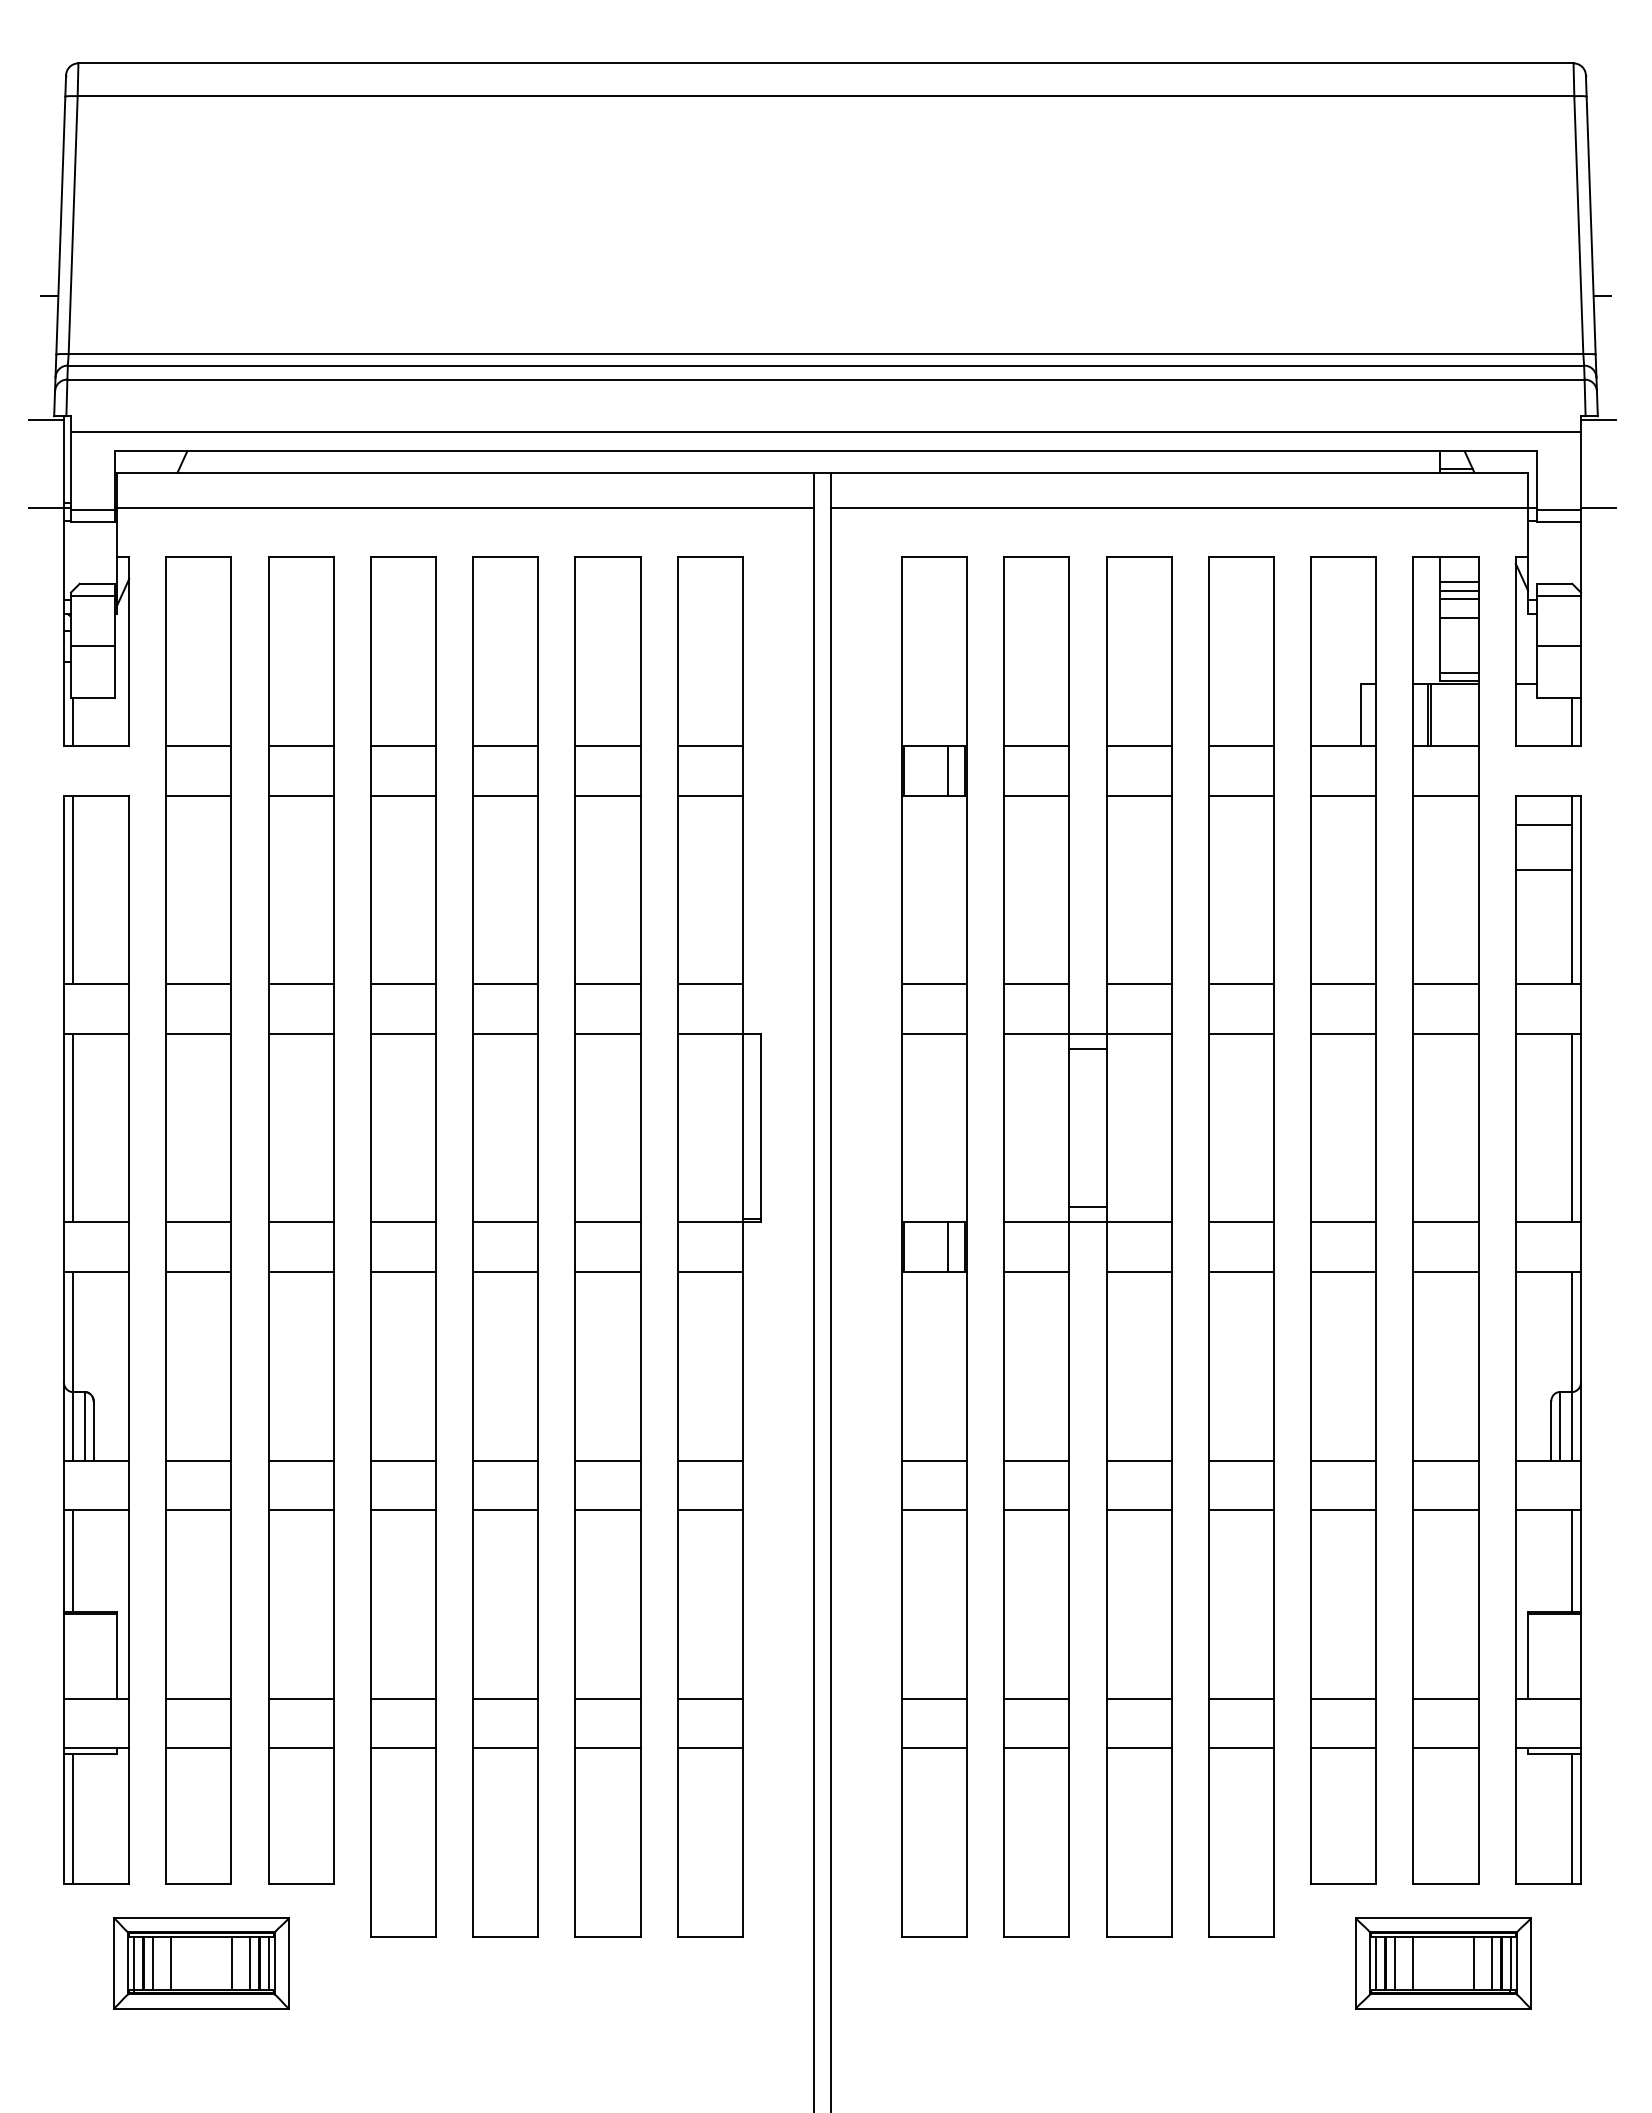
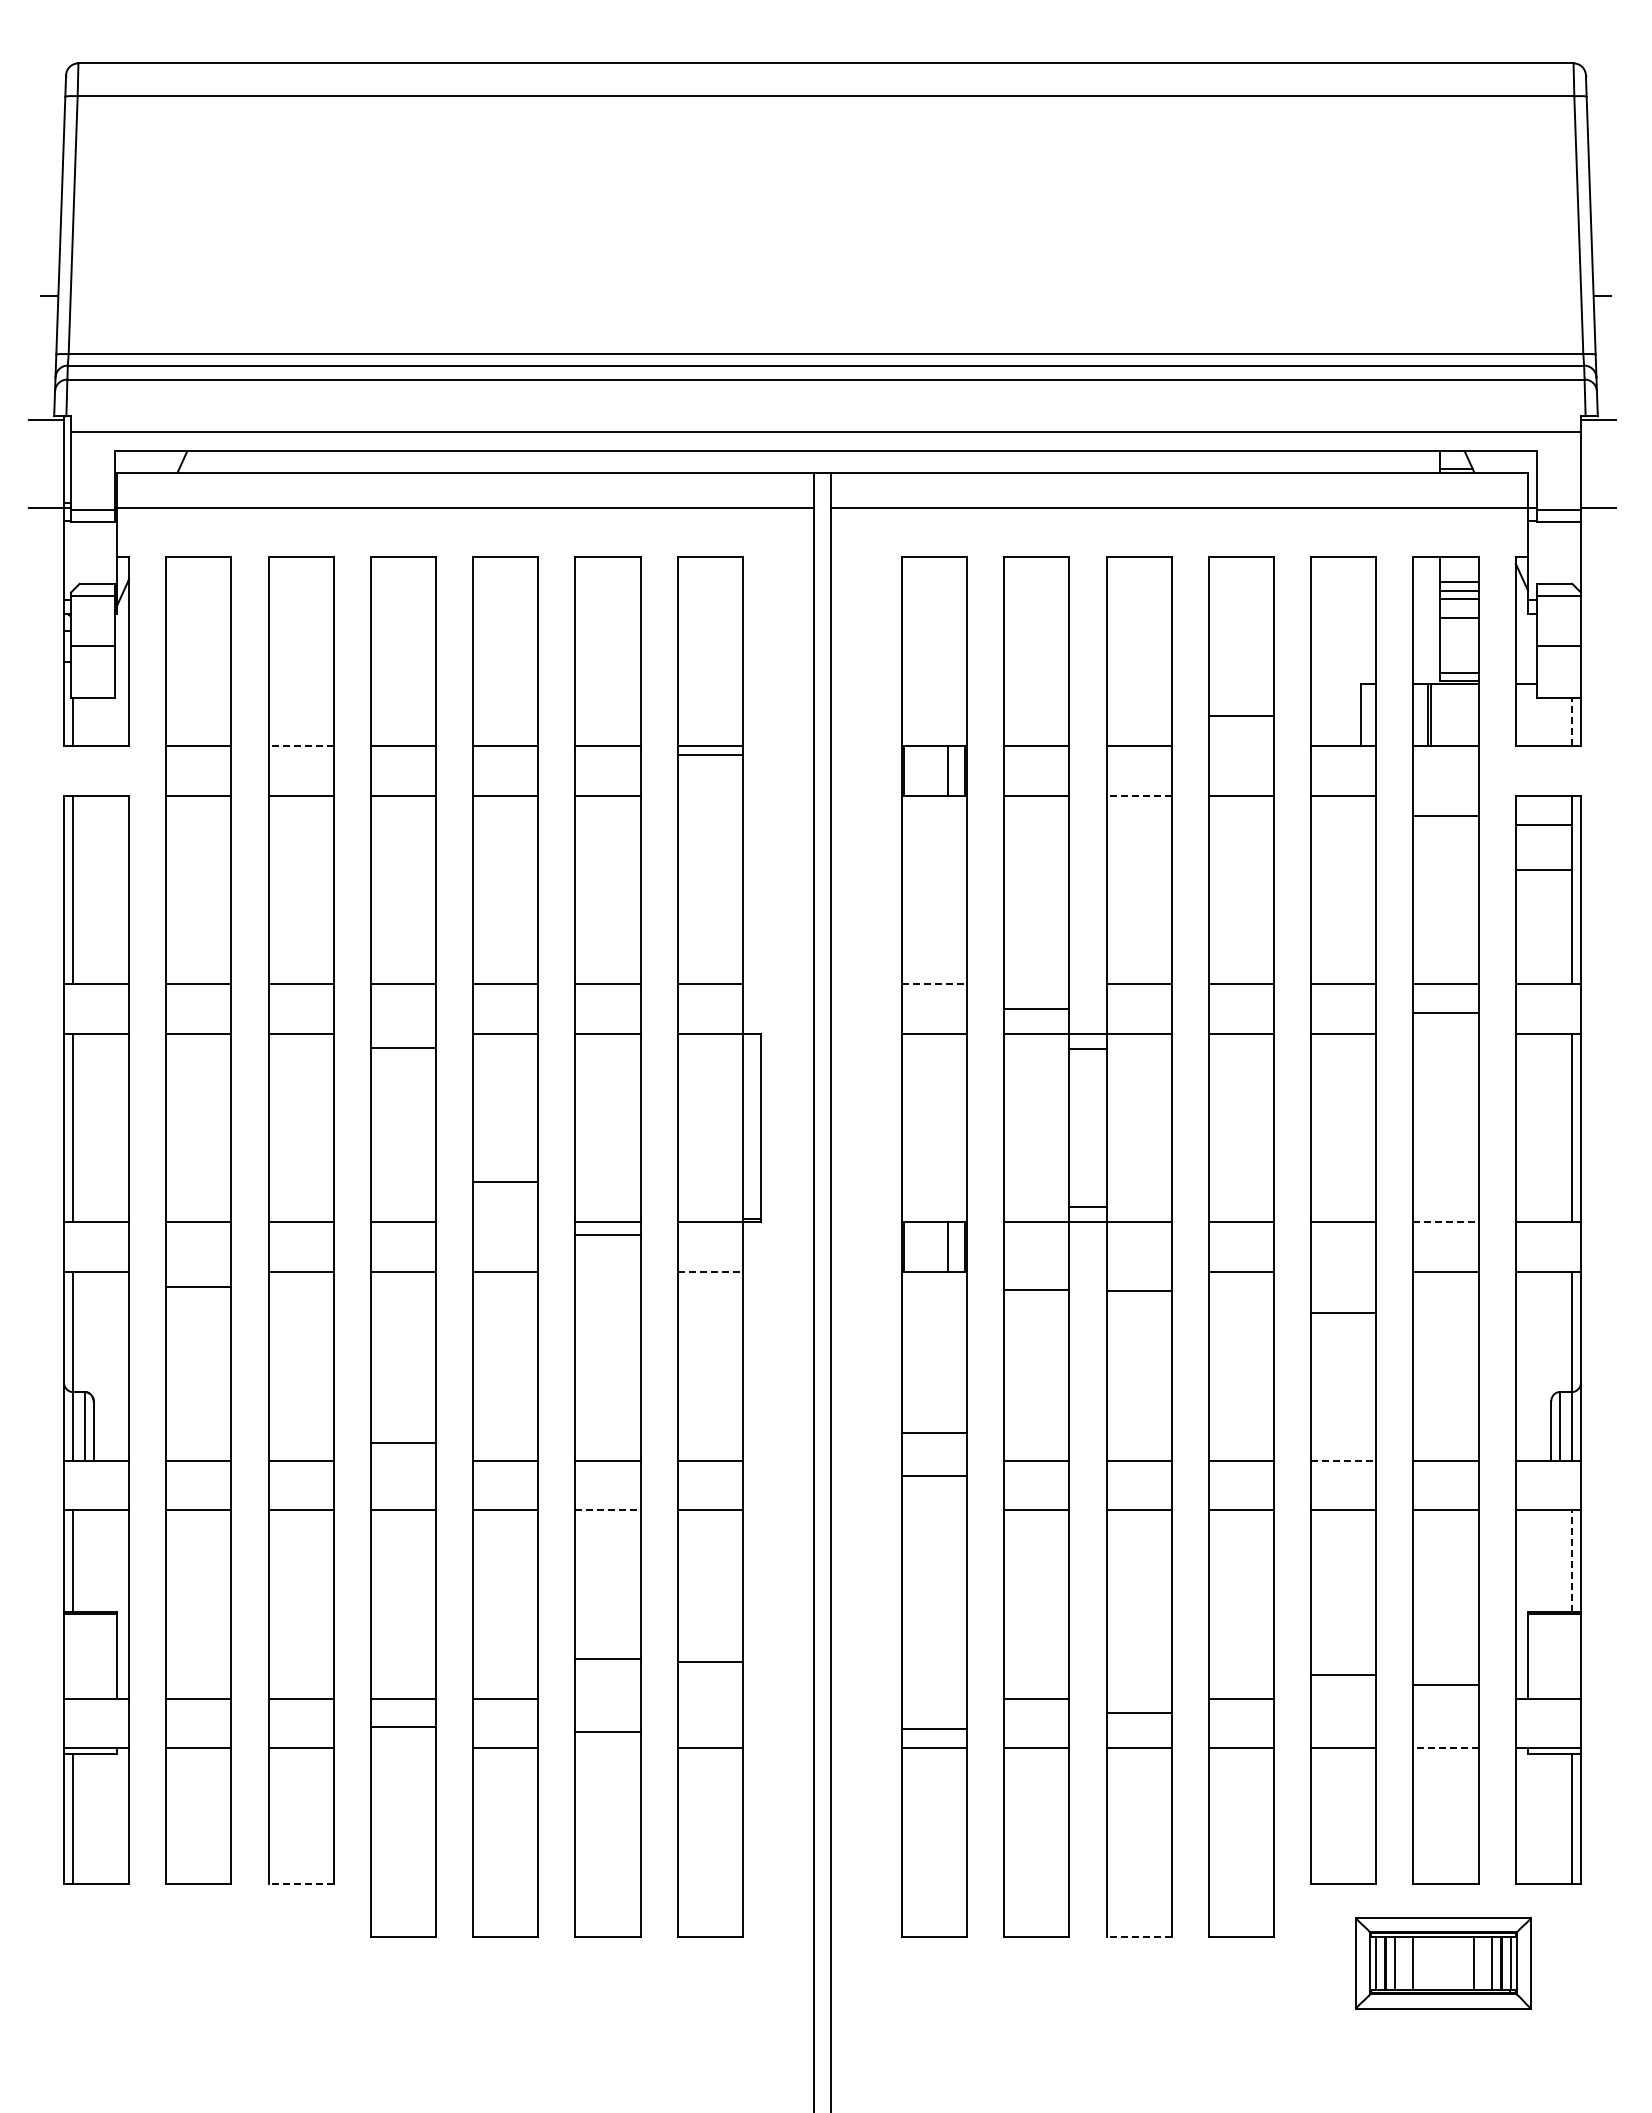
line at (1572, 722): solid -> dashed
line at (301, 746): solid -> dashed
line at (1241, 746) position: (1241, 746) -> (1241, 716)
line at (710, 795) position: (710, 795) -> (710, 754)
line at (1139, 795): solid -> dashed
line at (1445, 795) position: (1445, 795) -> (1445, 815)
line at (934, 984): solid -> dashed
line at (1036, 984) position: (1036, 984) -> (1036, 1009)
line at (403, 1033) position: (403, 1033) -> (403, 1047)
line at (1445, 1033) position: (1445, 1033) -> (1445, 1012)
line at (505, 1222) position: (505, 1222) -> (505, 1182)
line at (1446, 1222): solid -> dashed
line at (198, 1271) position: (198, 1271) -> (198, 1286)
line at (607, 1271) position: (607, 1271) -> (607, 1234)
line at (710, 1271): solid -> dashed
line at (1036, 1271) position: (1036, 1271) -> (1036, 1289)
line at (1138, 1271) position: (1138, 1271) -> (1138, 1290)
line at (1343, 1271) position: (1343, 1271) -> (1343, 1312)
line at (403, 1460) position: (403, 1460) -> (403, 1442)
line at (934, 1460) position: (934, 1460) -> (934, 1432)
line at (1343, 1460): solid -> dashed
line at (608, 1509): solid -> dashed
line at (934, 1509) position: (934, 1509) -> (934, 1475)
line at (1572, 1560): solid -> dashed
line at (607, 1698) position: (607, 1698) -> (607, 1658)
line at (710, 1698) position: (710, 1698) -> (710, 1661)
line at (934, 1698) position: (934, 1698) -> (934, 1728)
line at (1138, 1698) position: (1138, 1698) -> (1138, 1712)
line at (1343, 1698) position: (1343, 1698) -> (1343, 1674)
line at (1445, 1698) position: (1445, 1698) -> (1445, 1684)
line at (403, 1748) position: (403, 1748) -> (403, 1727)
line at (607, 1748) position: (607, 1748) -> (607, 1732)
line at (1446, 1748): solid -> dashed
line at (301, 1883): solid -> dashed
line at (1139, 1936): solid -> dashed
part at (201, 1963): present -> none
